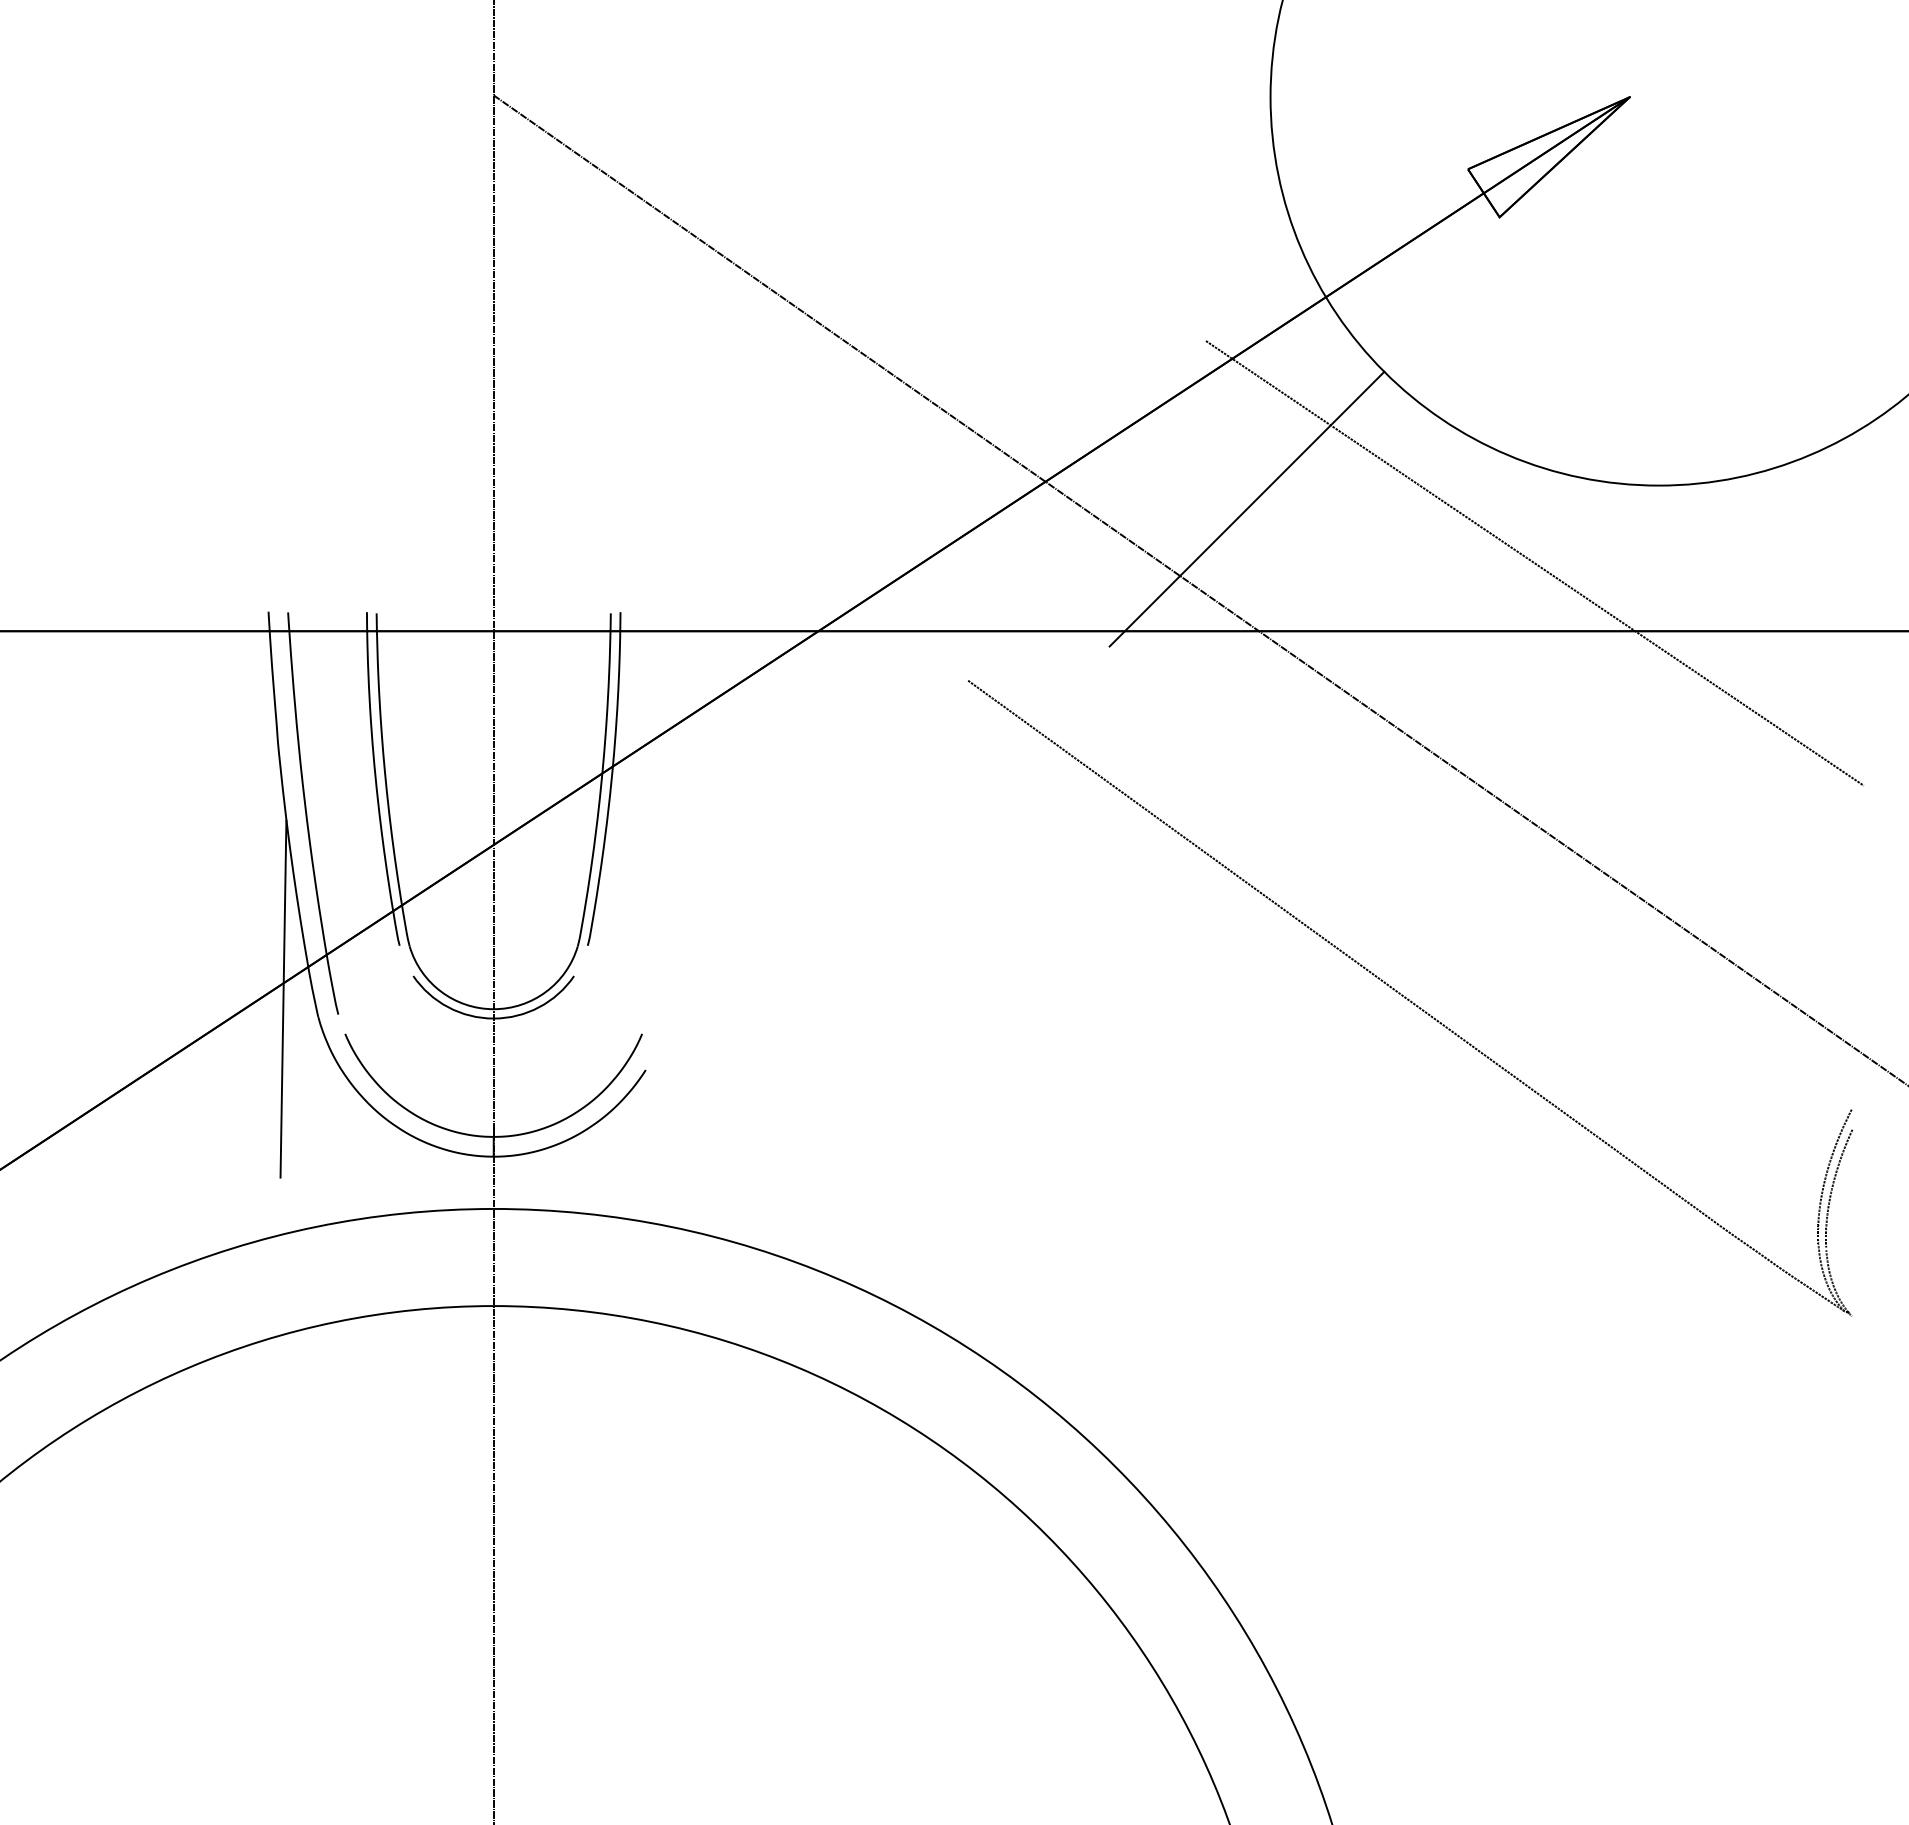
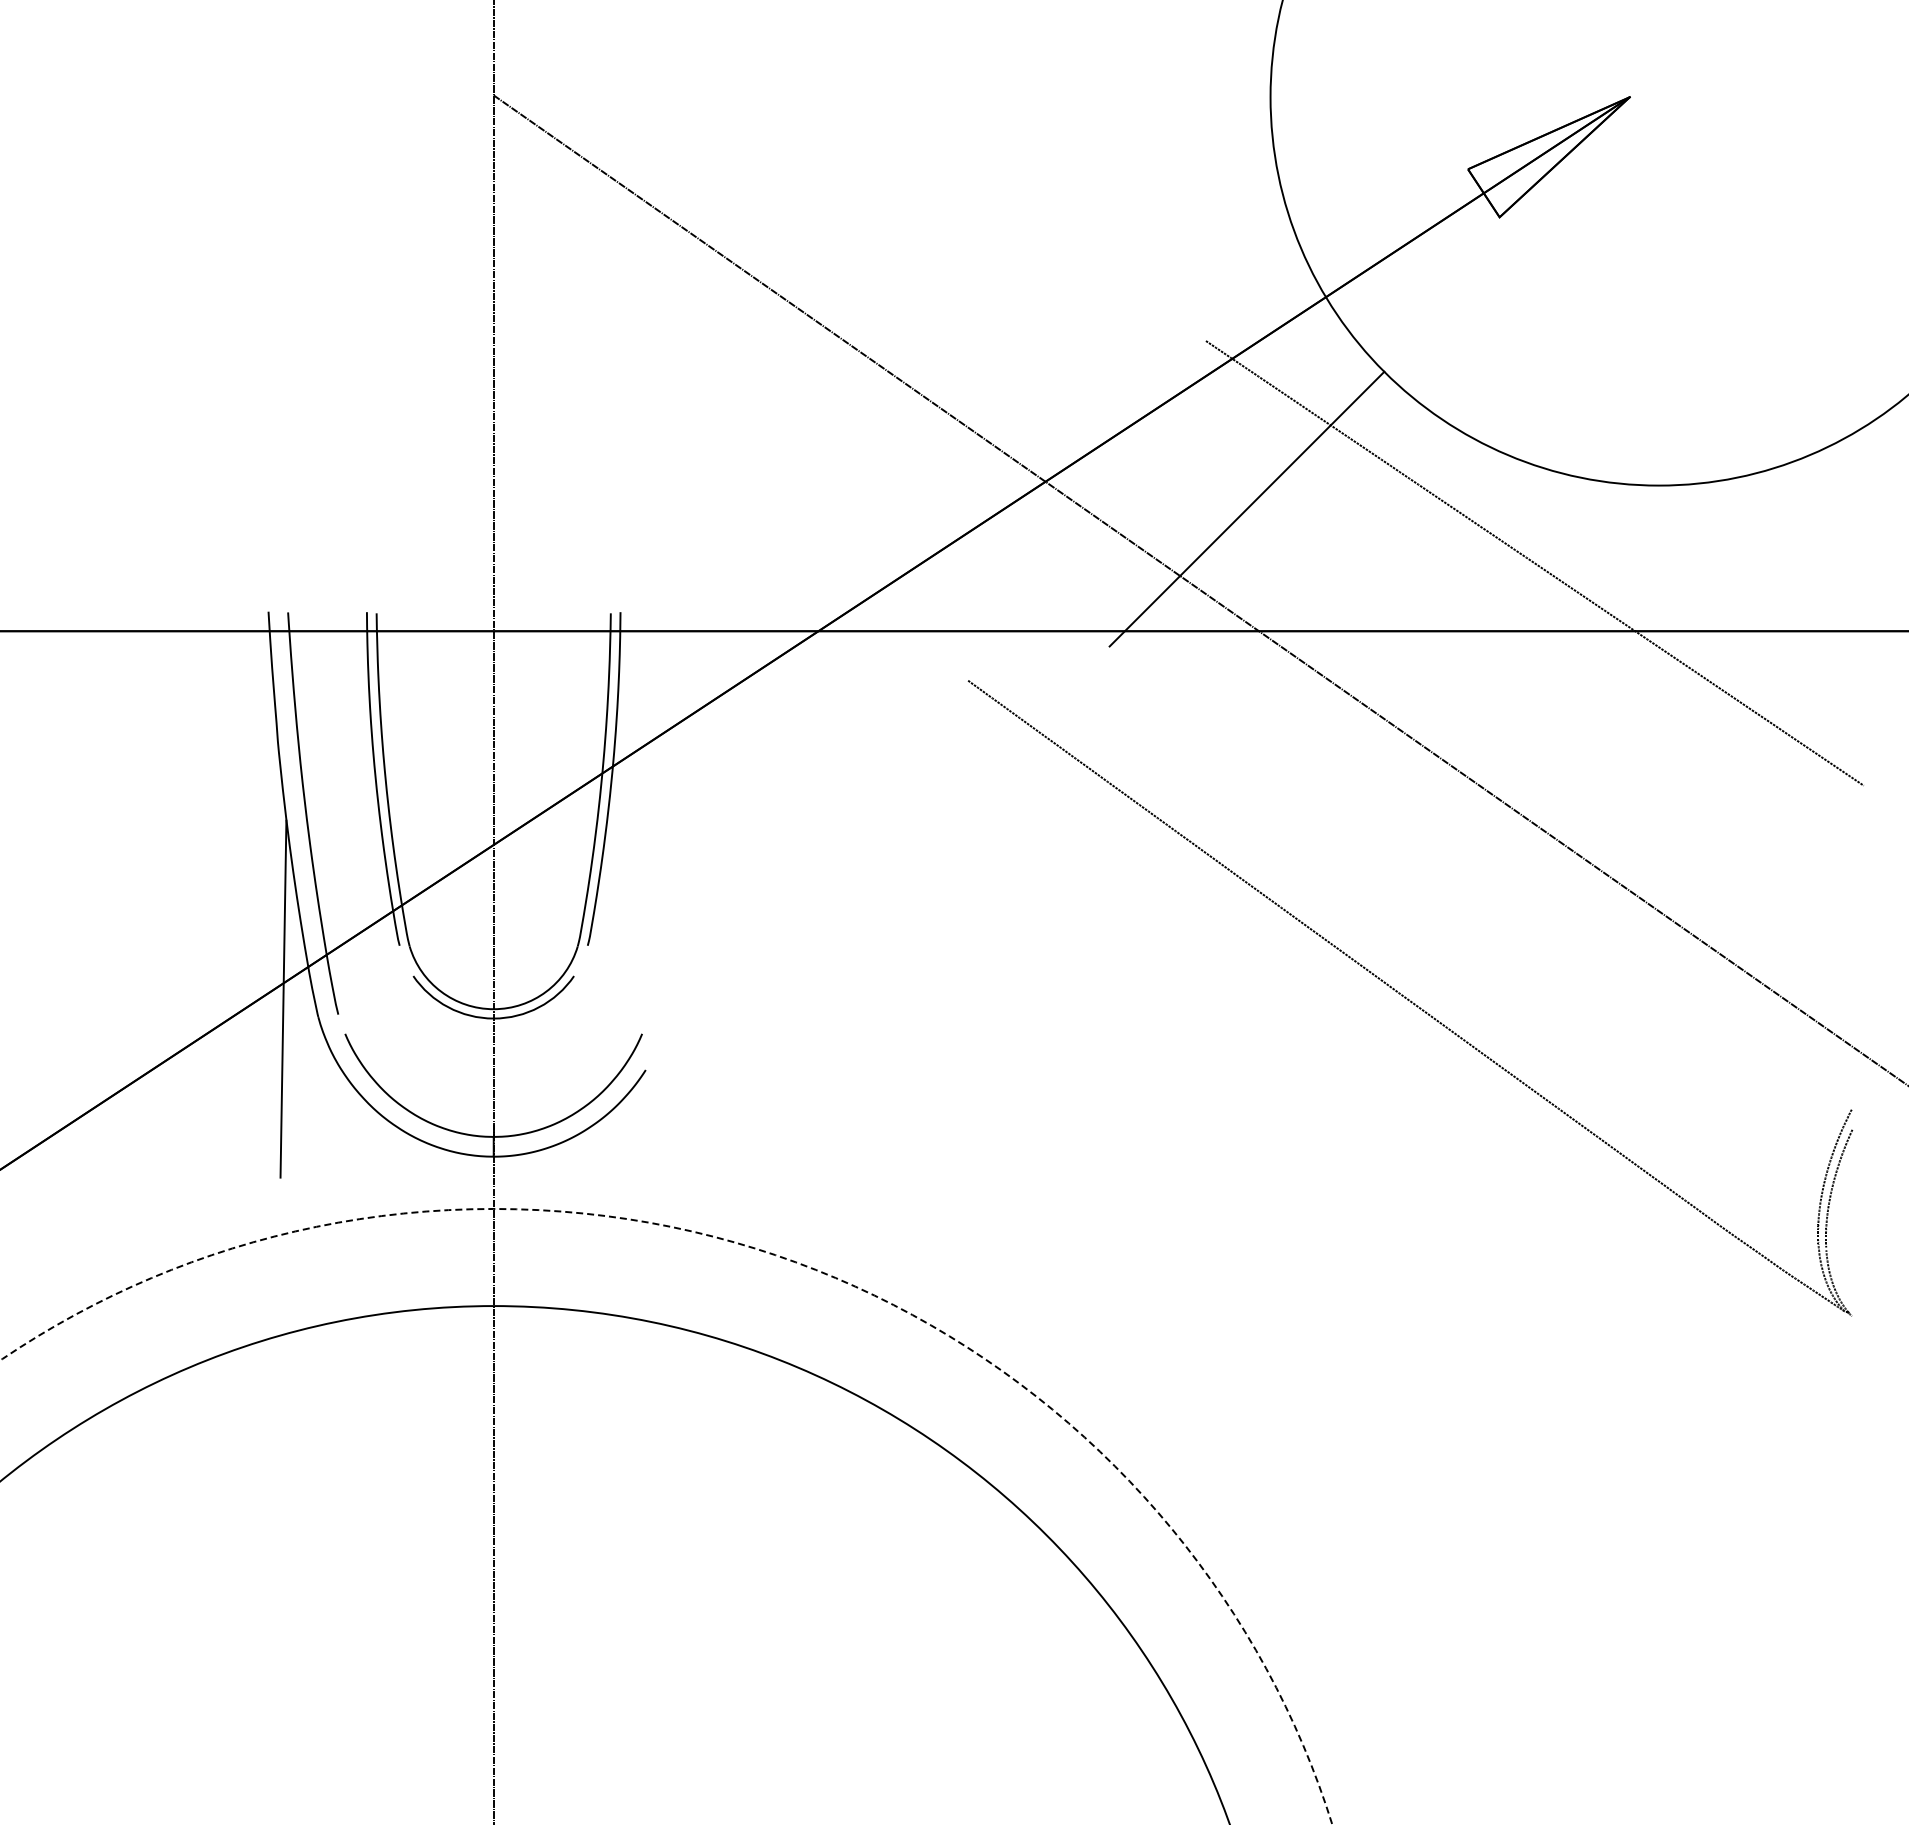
circle at (666, 1516): solid -> dashed
